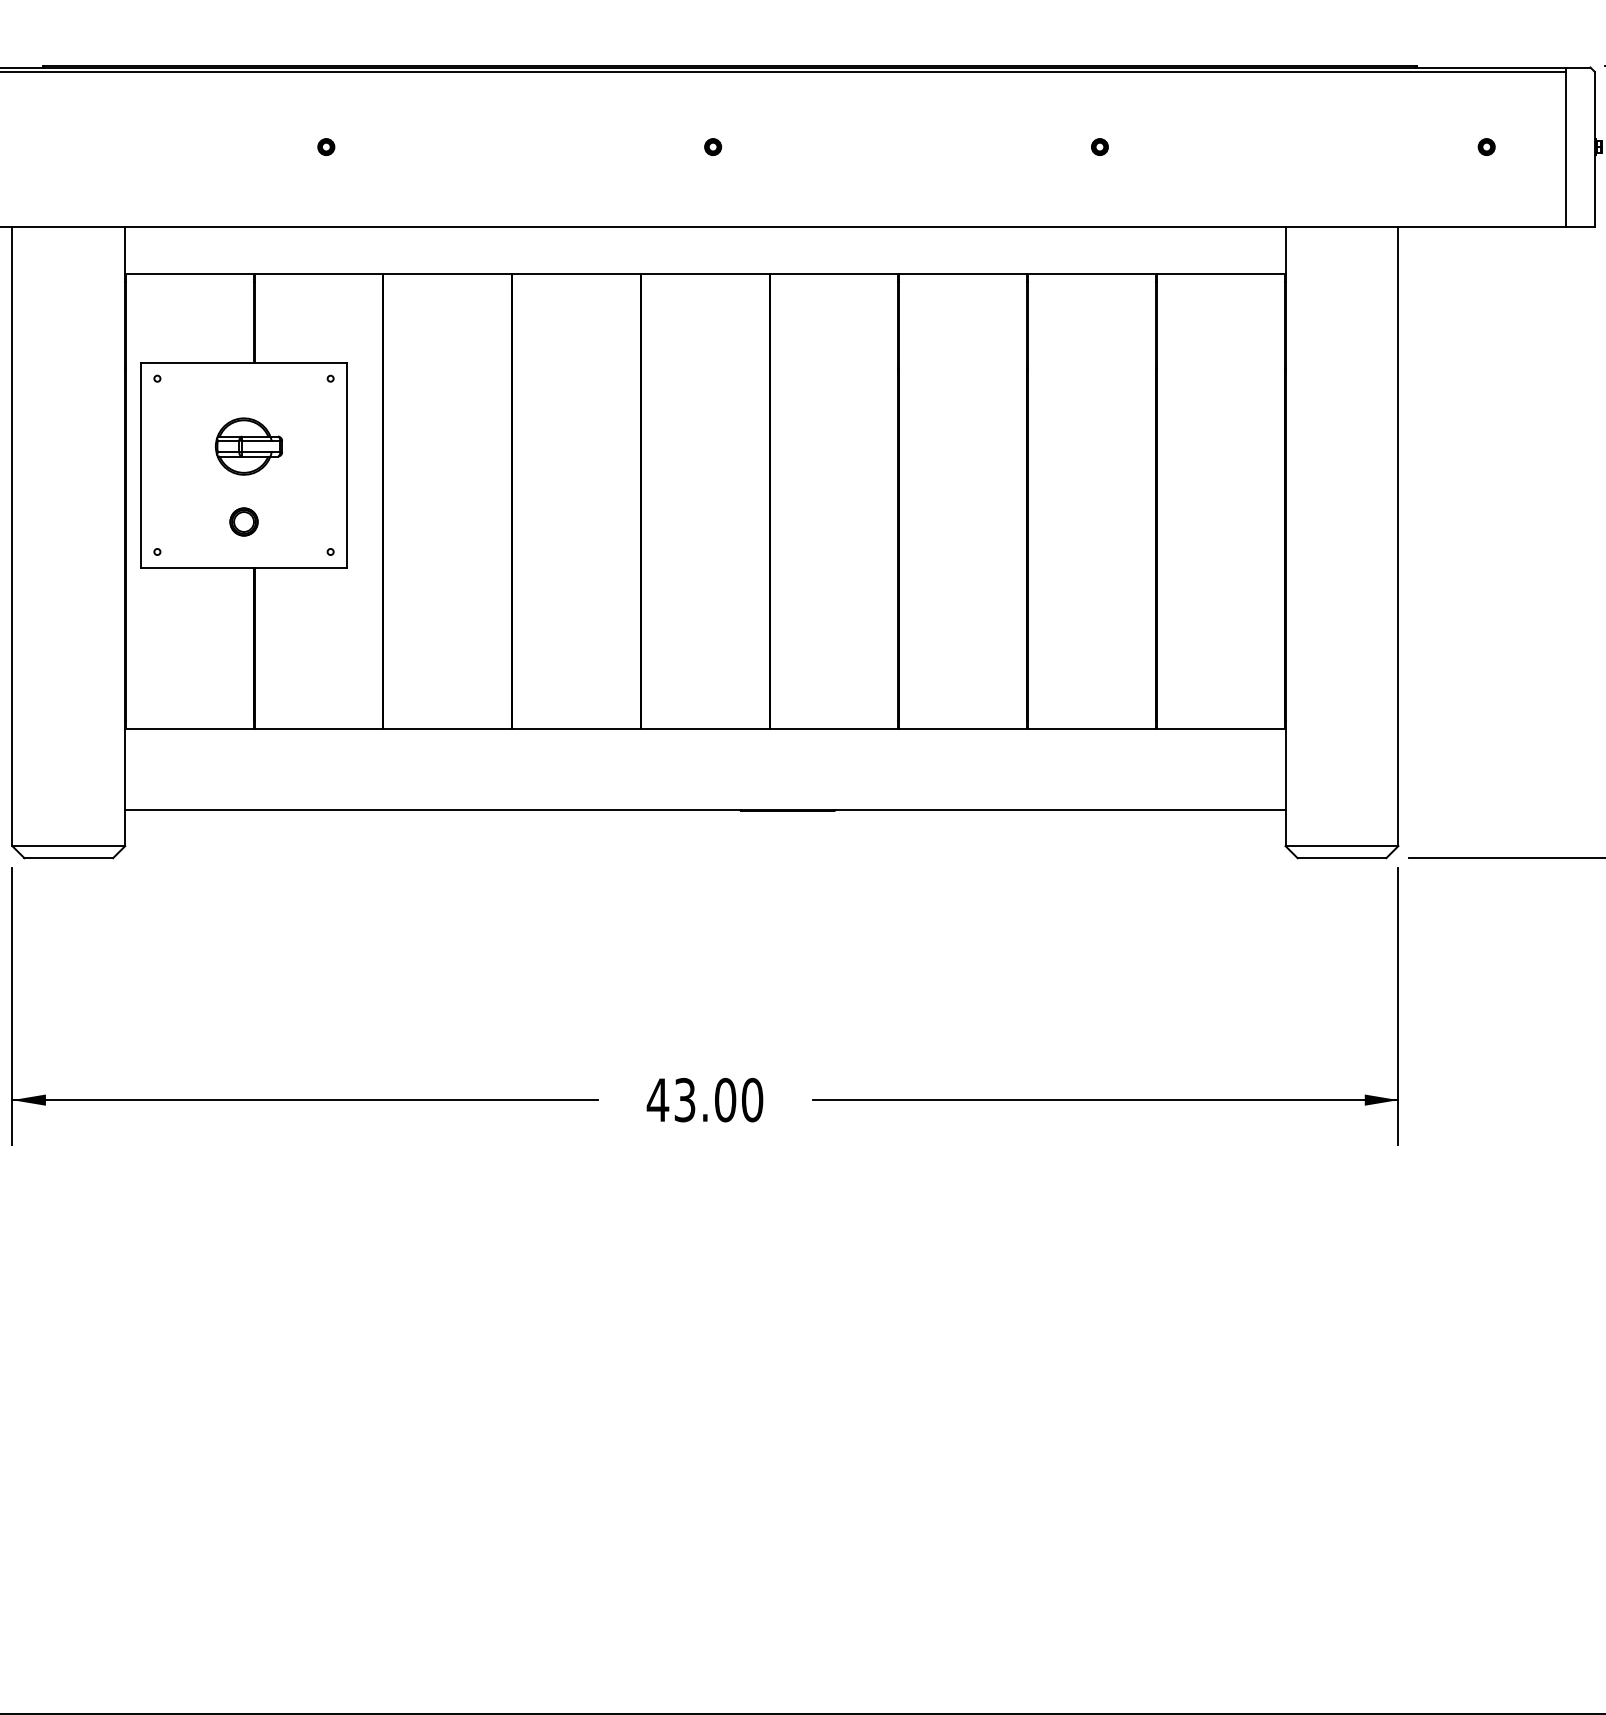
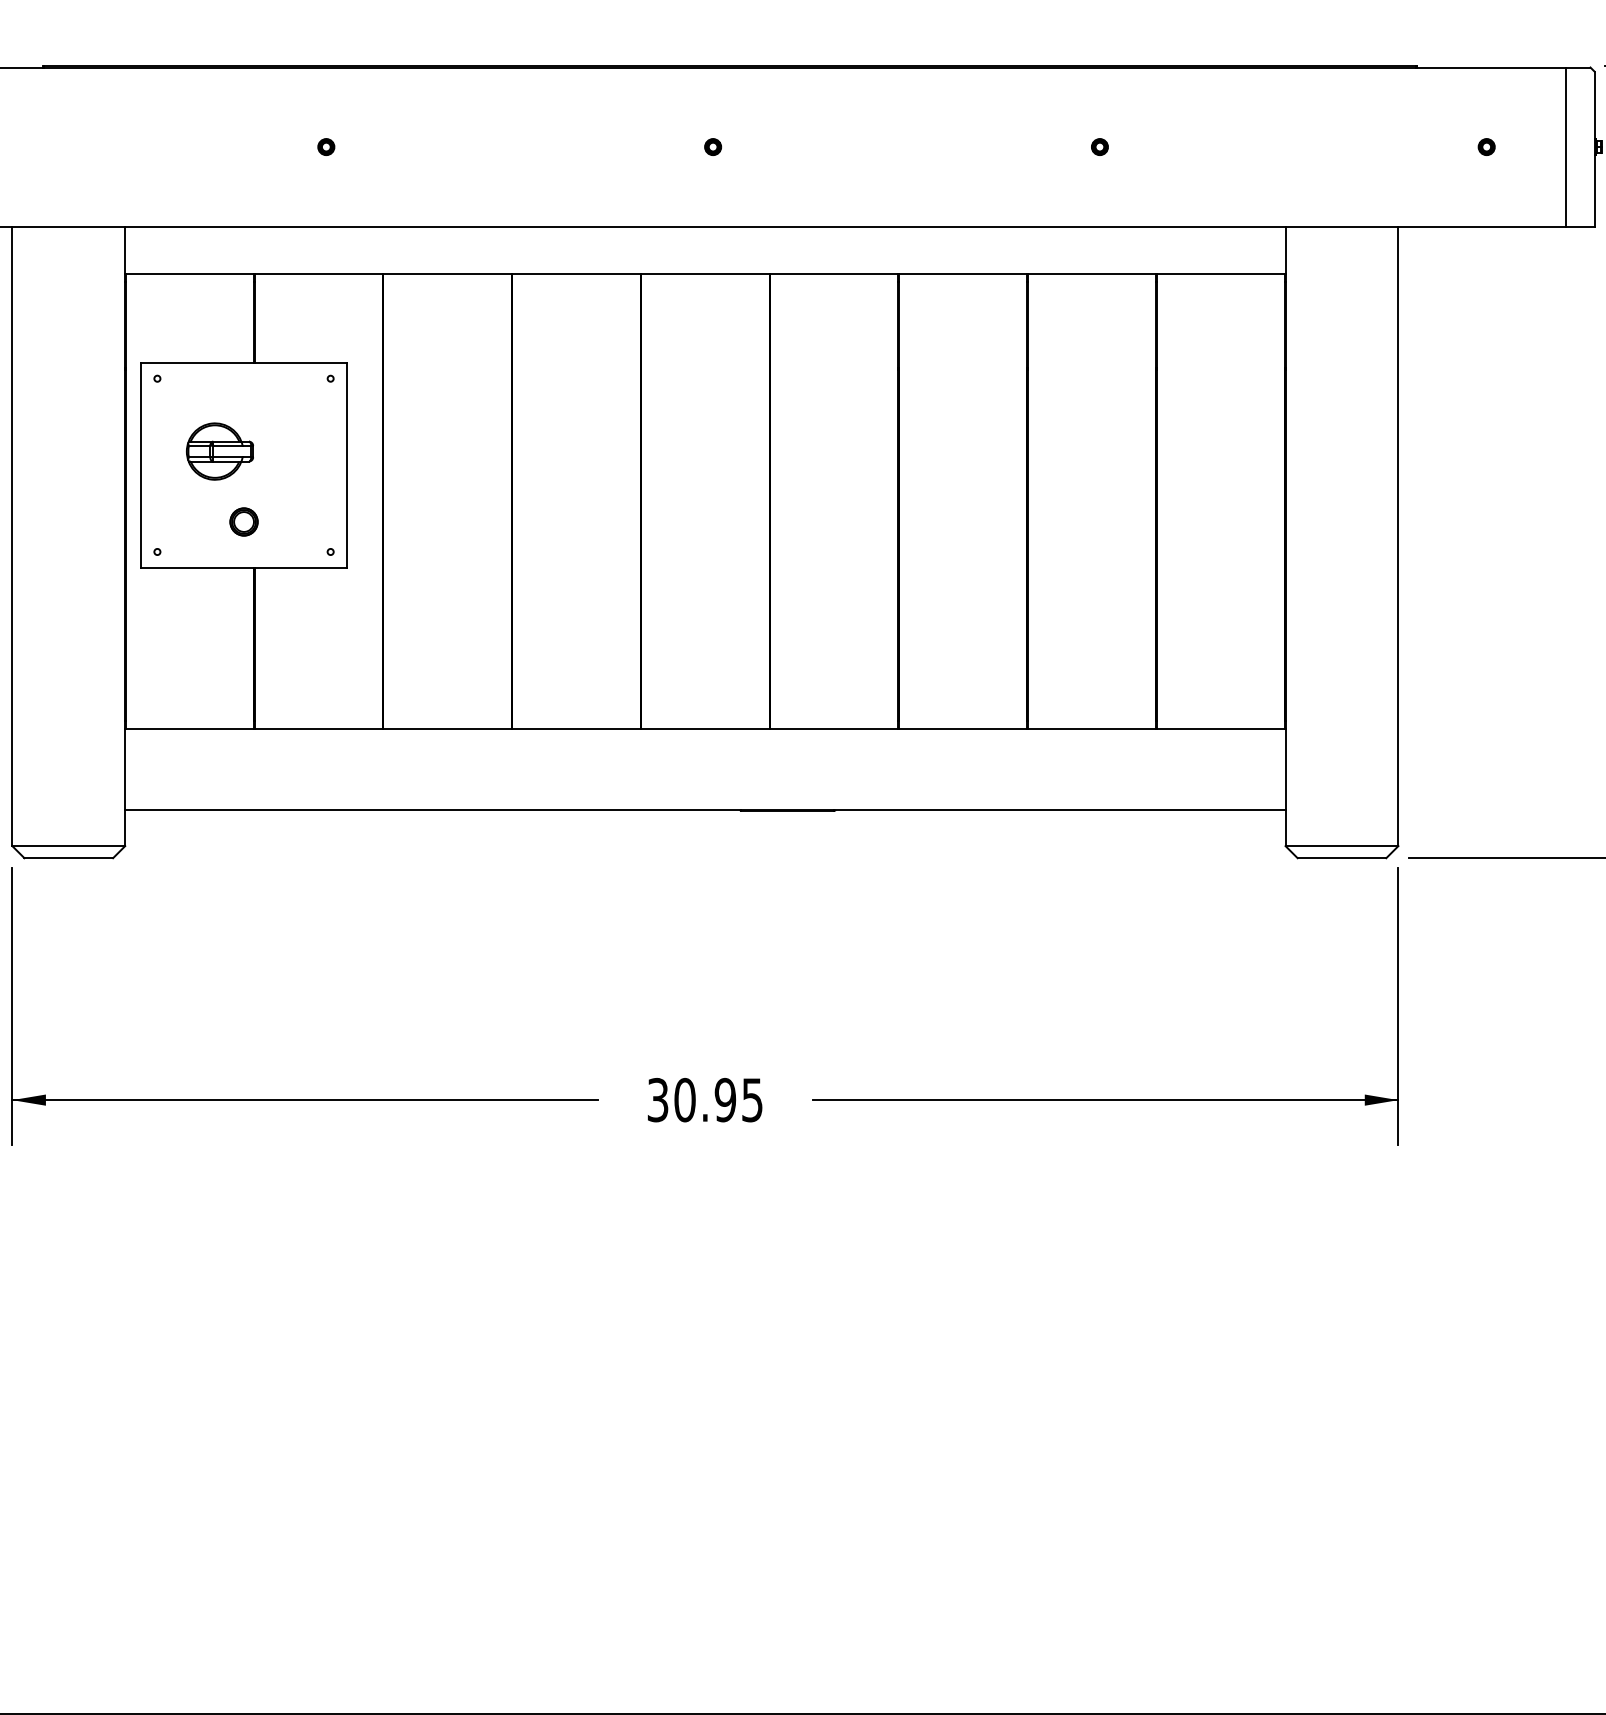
line at (784, 71): present -> none
part at (248, 446) position: (248, 446) -> (219, 451)
text at (704, 1099): 43.00 -> 30.95
